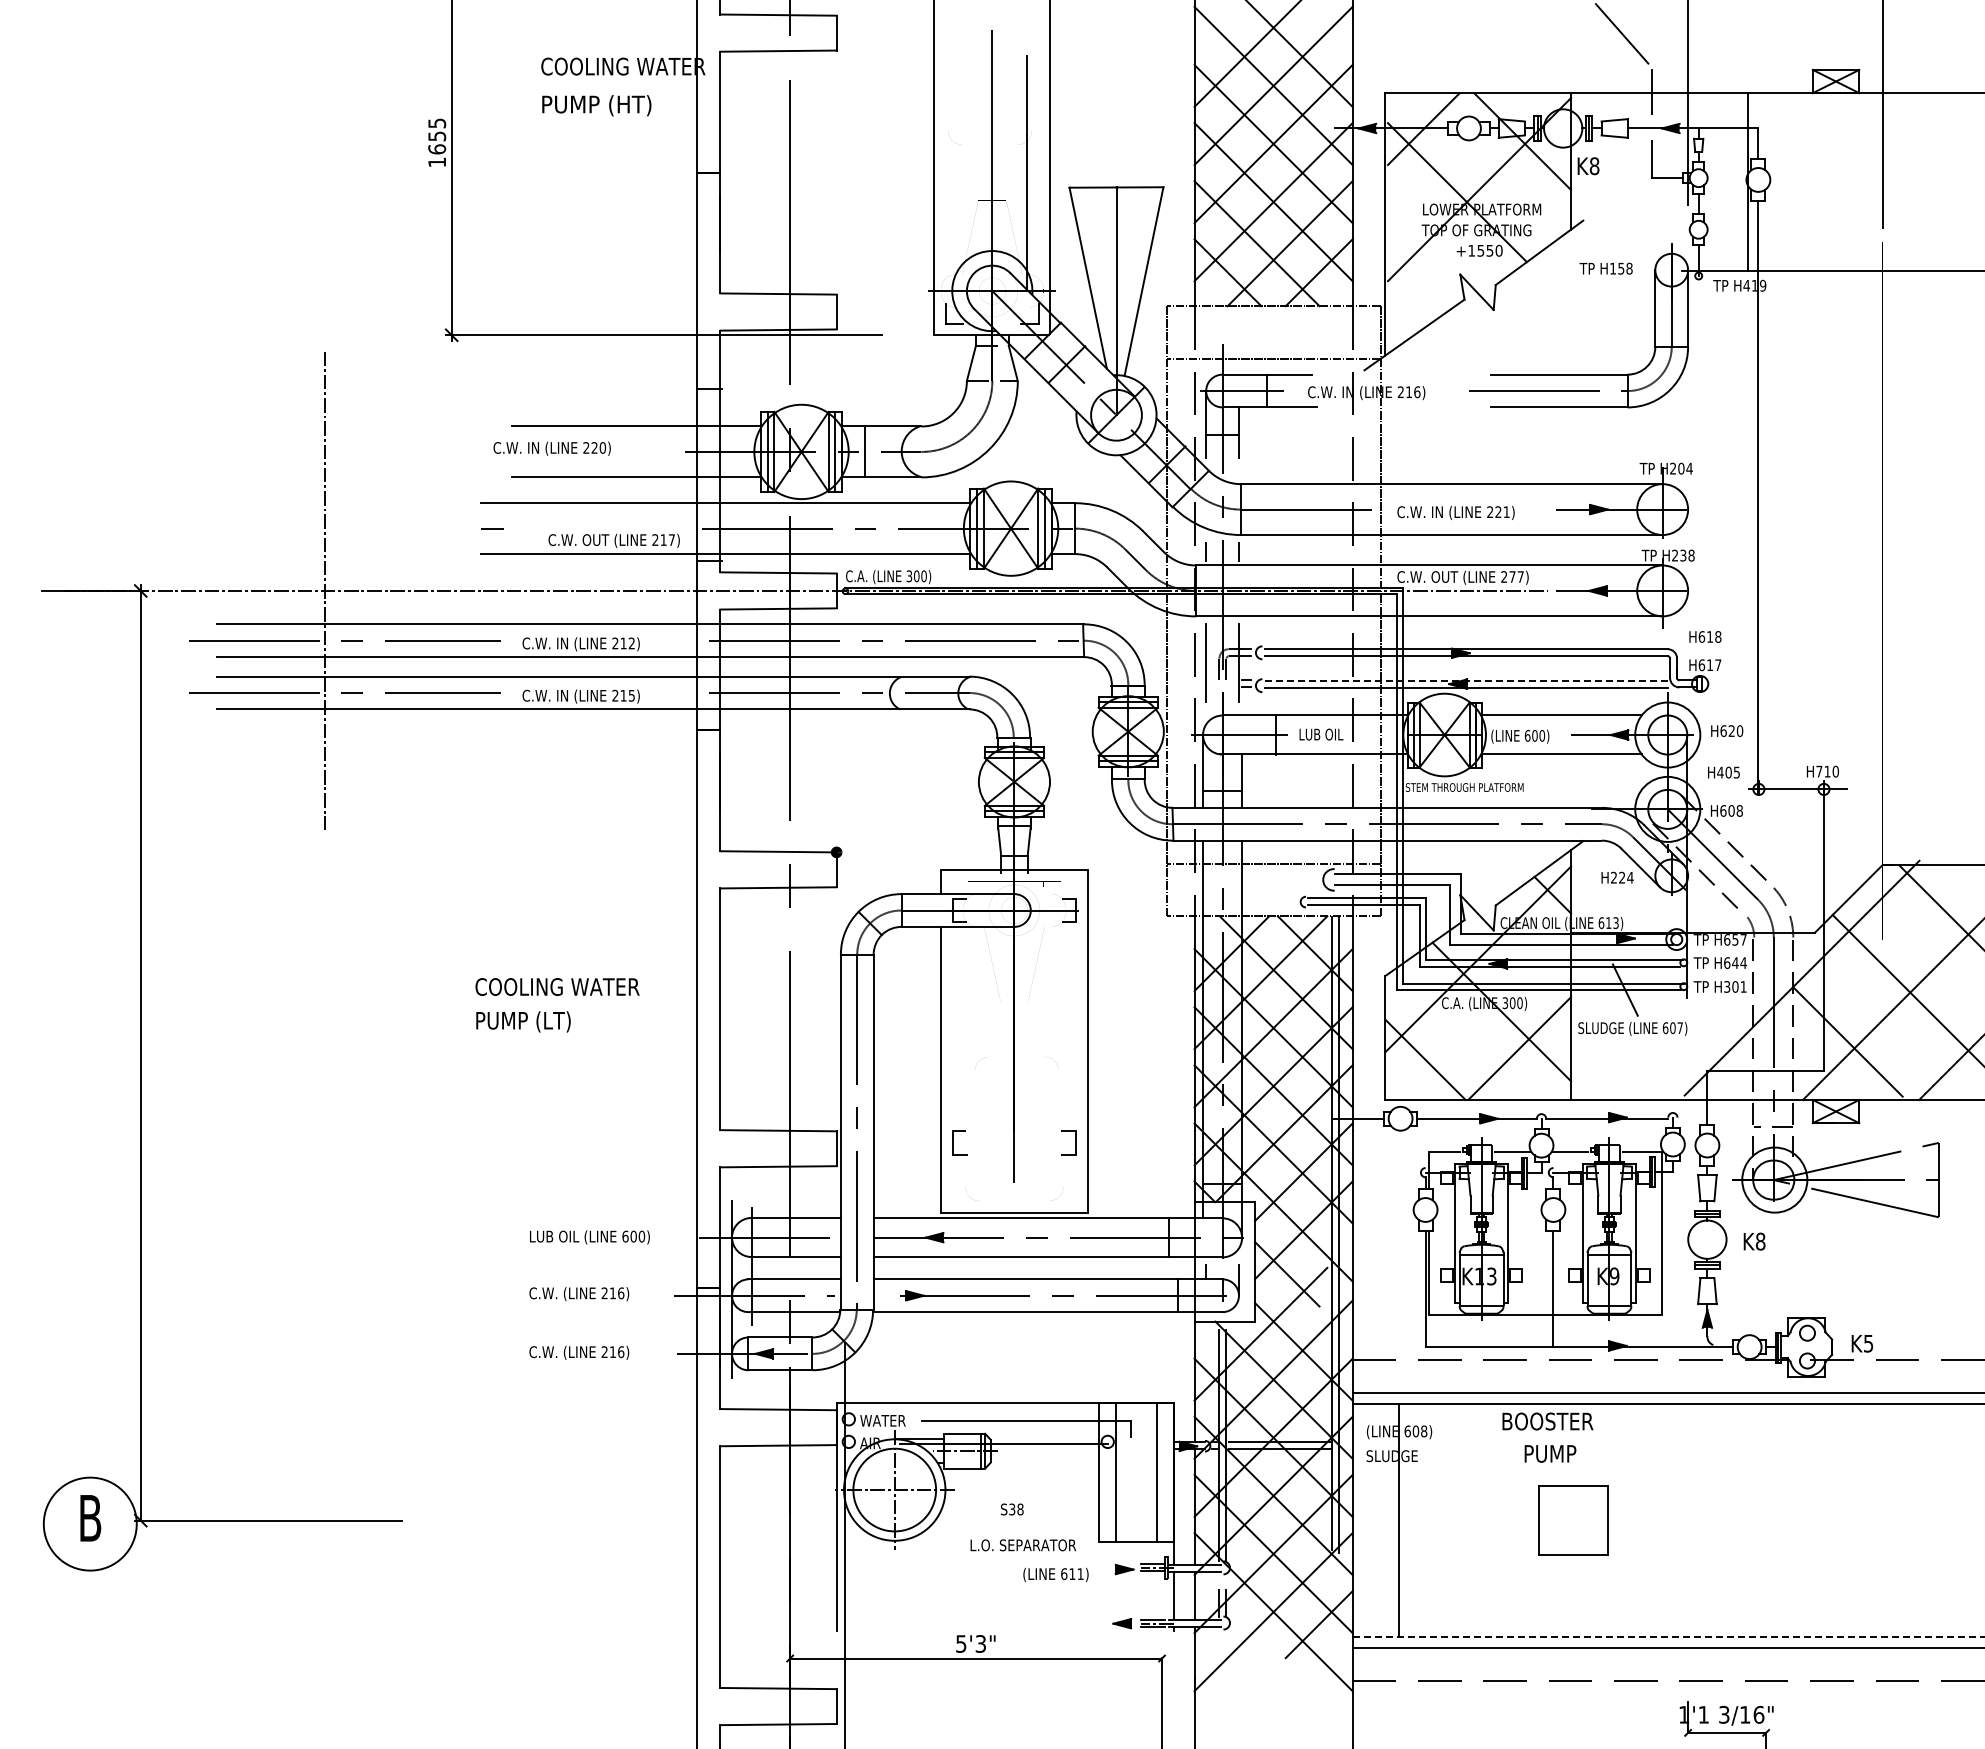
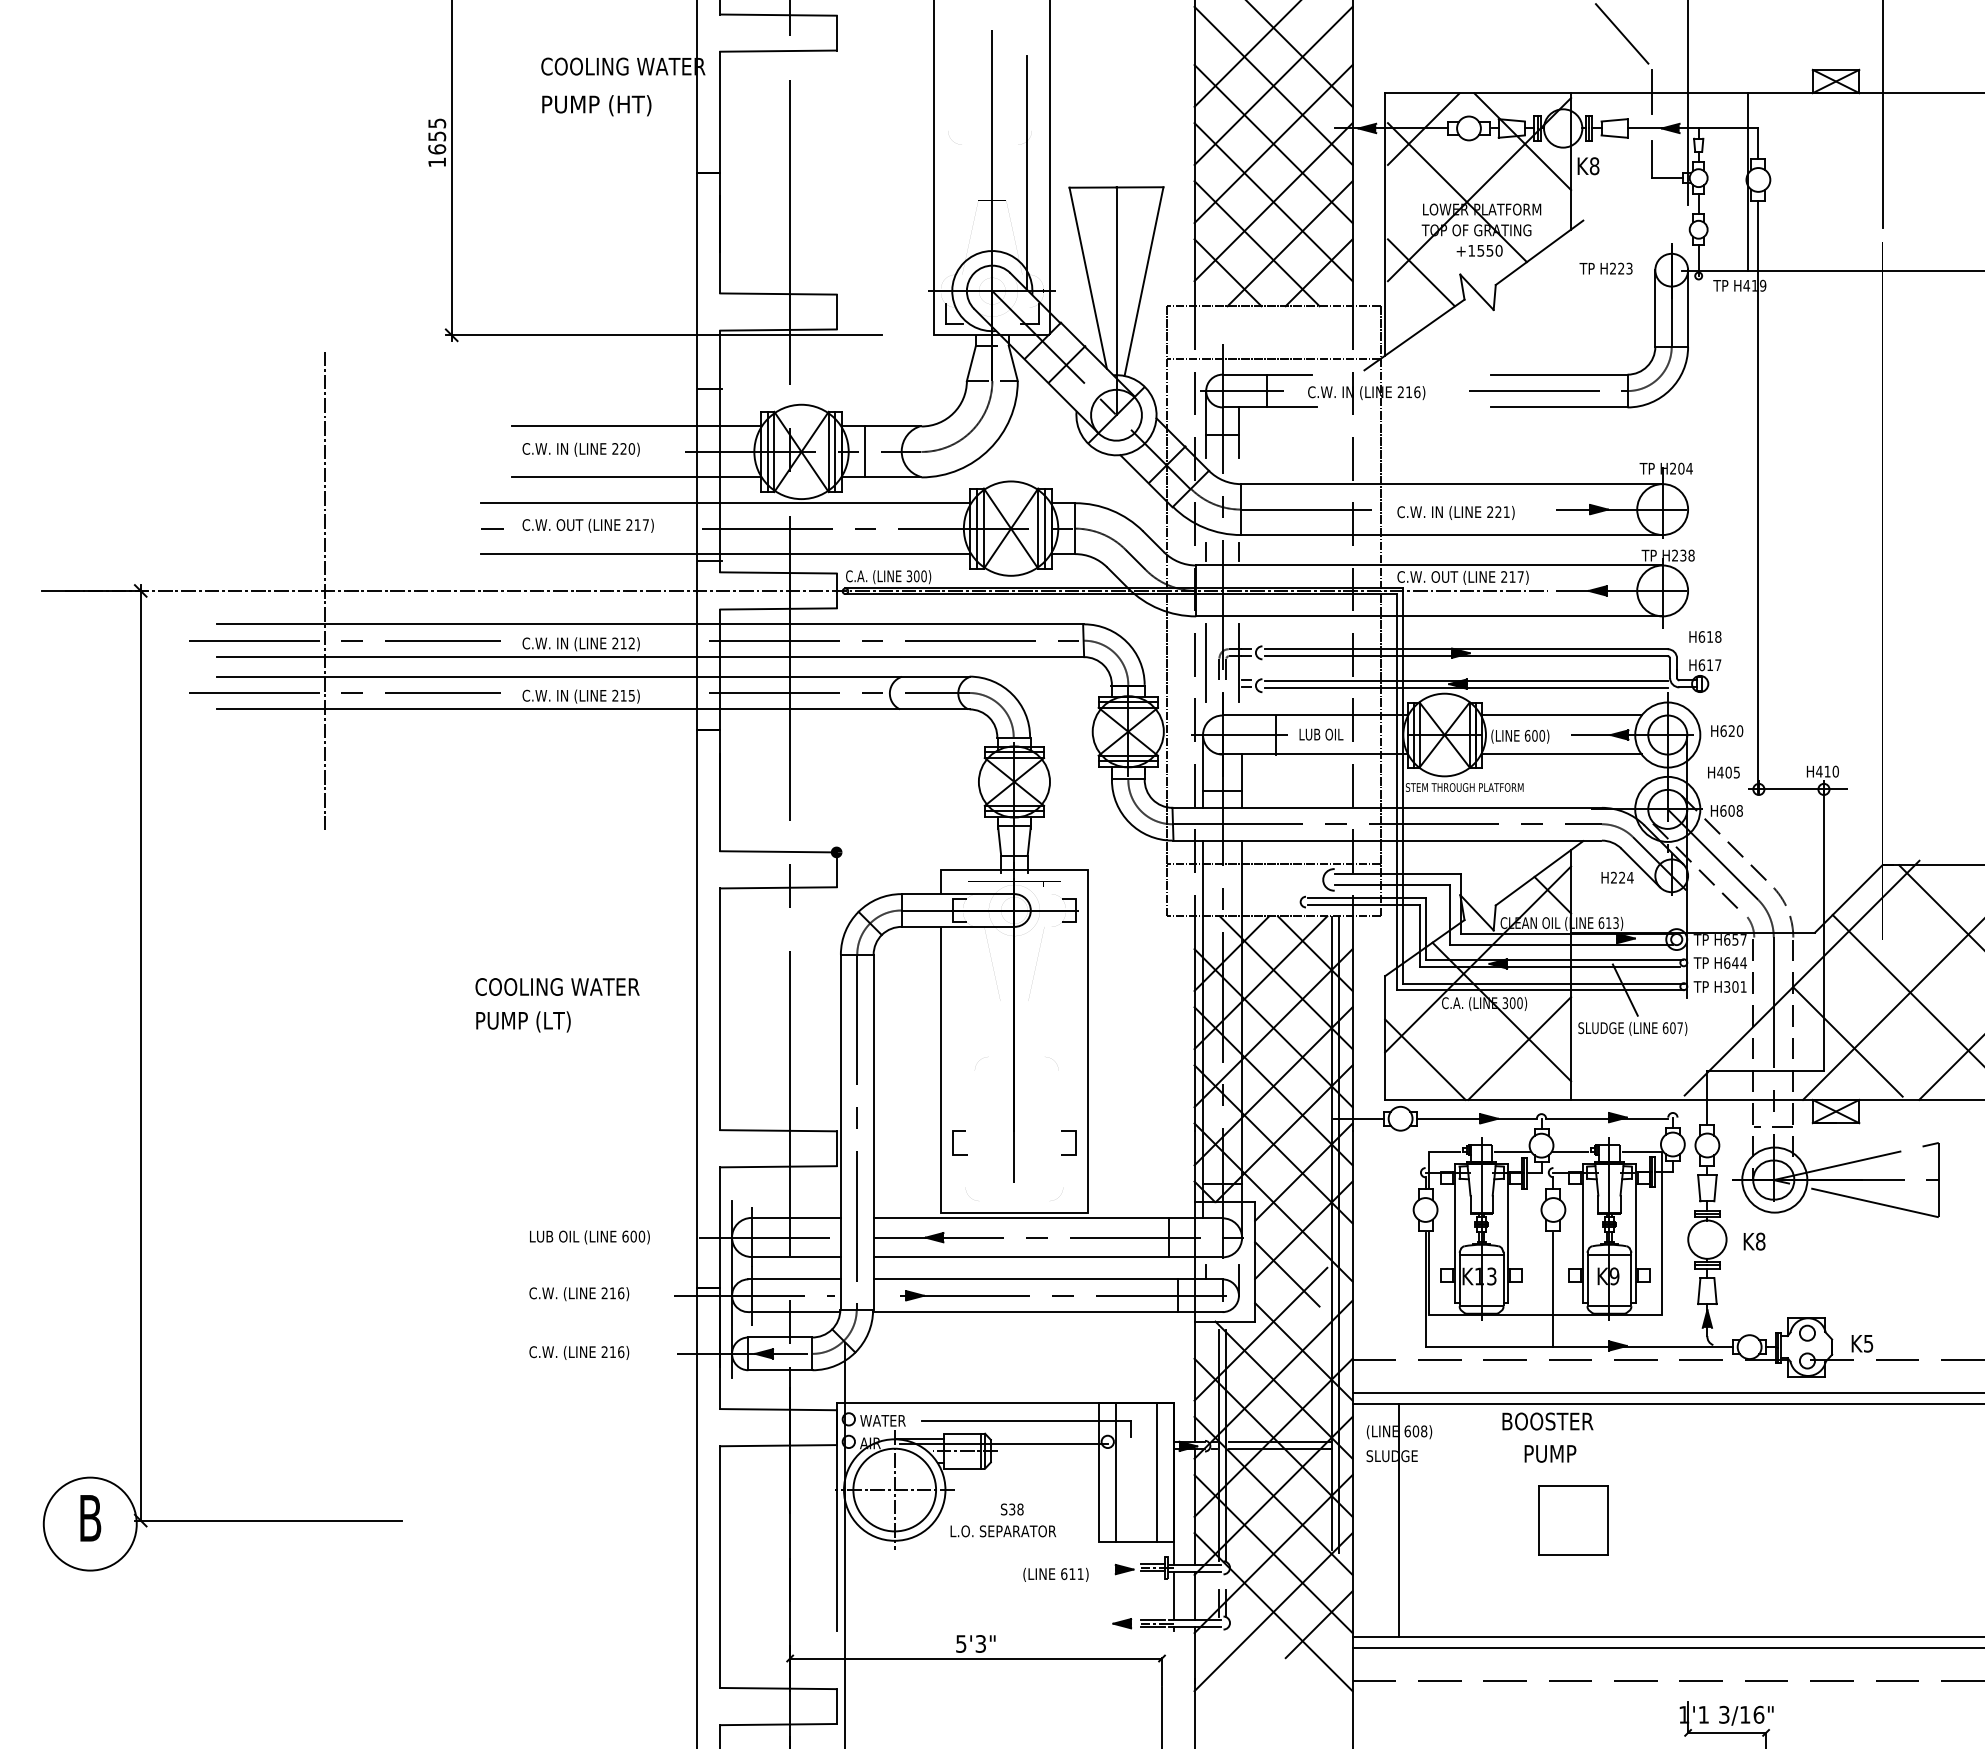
text at (1621, 268): H158 -> H223
line at (1420, 272): none -> present
text at (551, 448) position: (551, 448) -> (580, 449)
text at (613, 540) position: (613, 540) -> (587, 525)
text at (1512, 576): 277) -> 217)
line at (1466, 680): dashed -> solid
text at (1819, 771): H710 -> H410
text at (1023, 1545) position: (1023, 1545) -> (1003, 1531)
line at (1668, 1636): dashed -> solid
